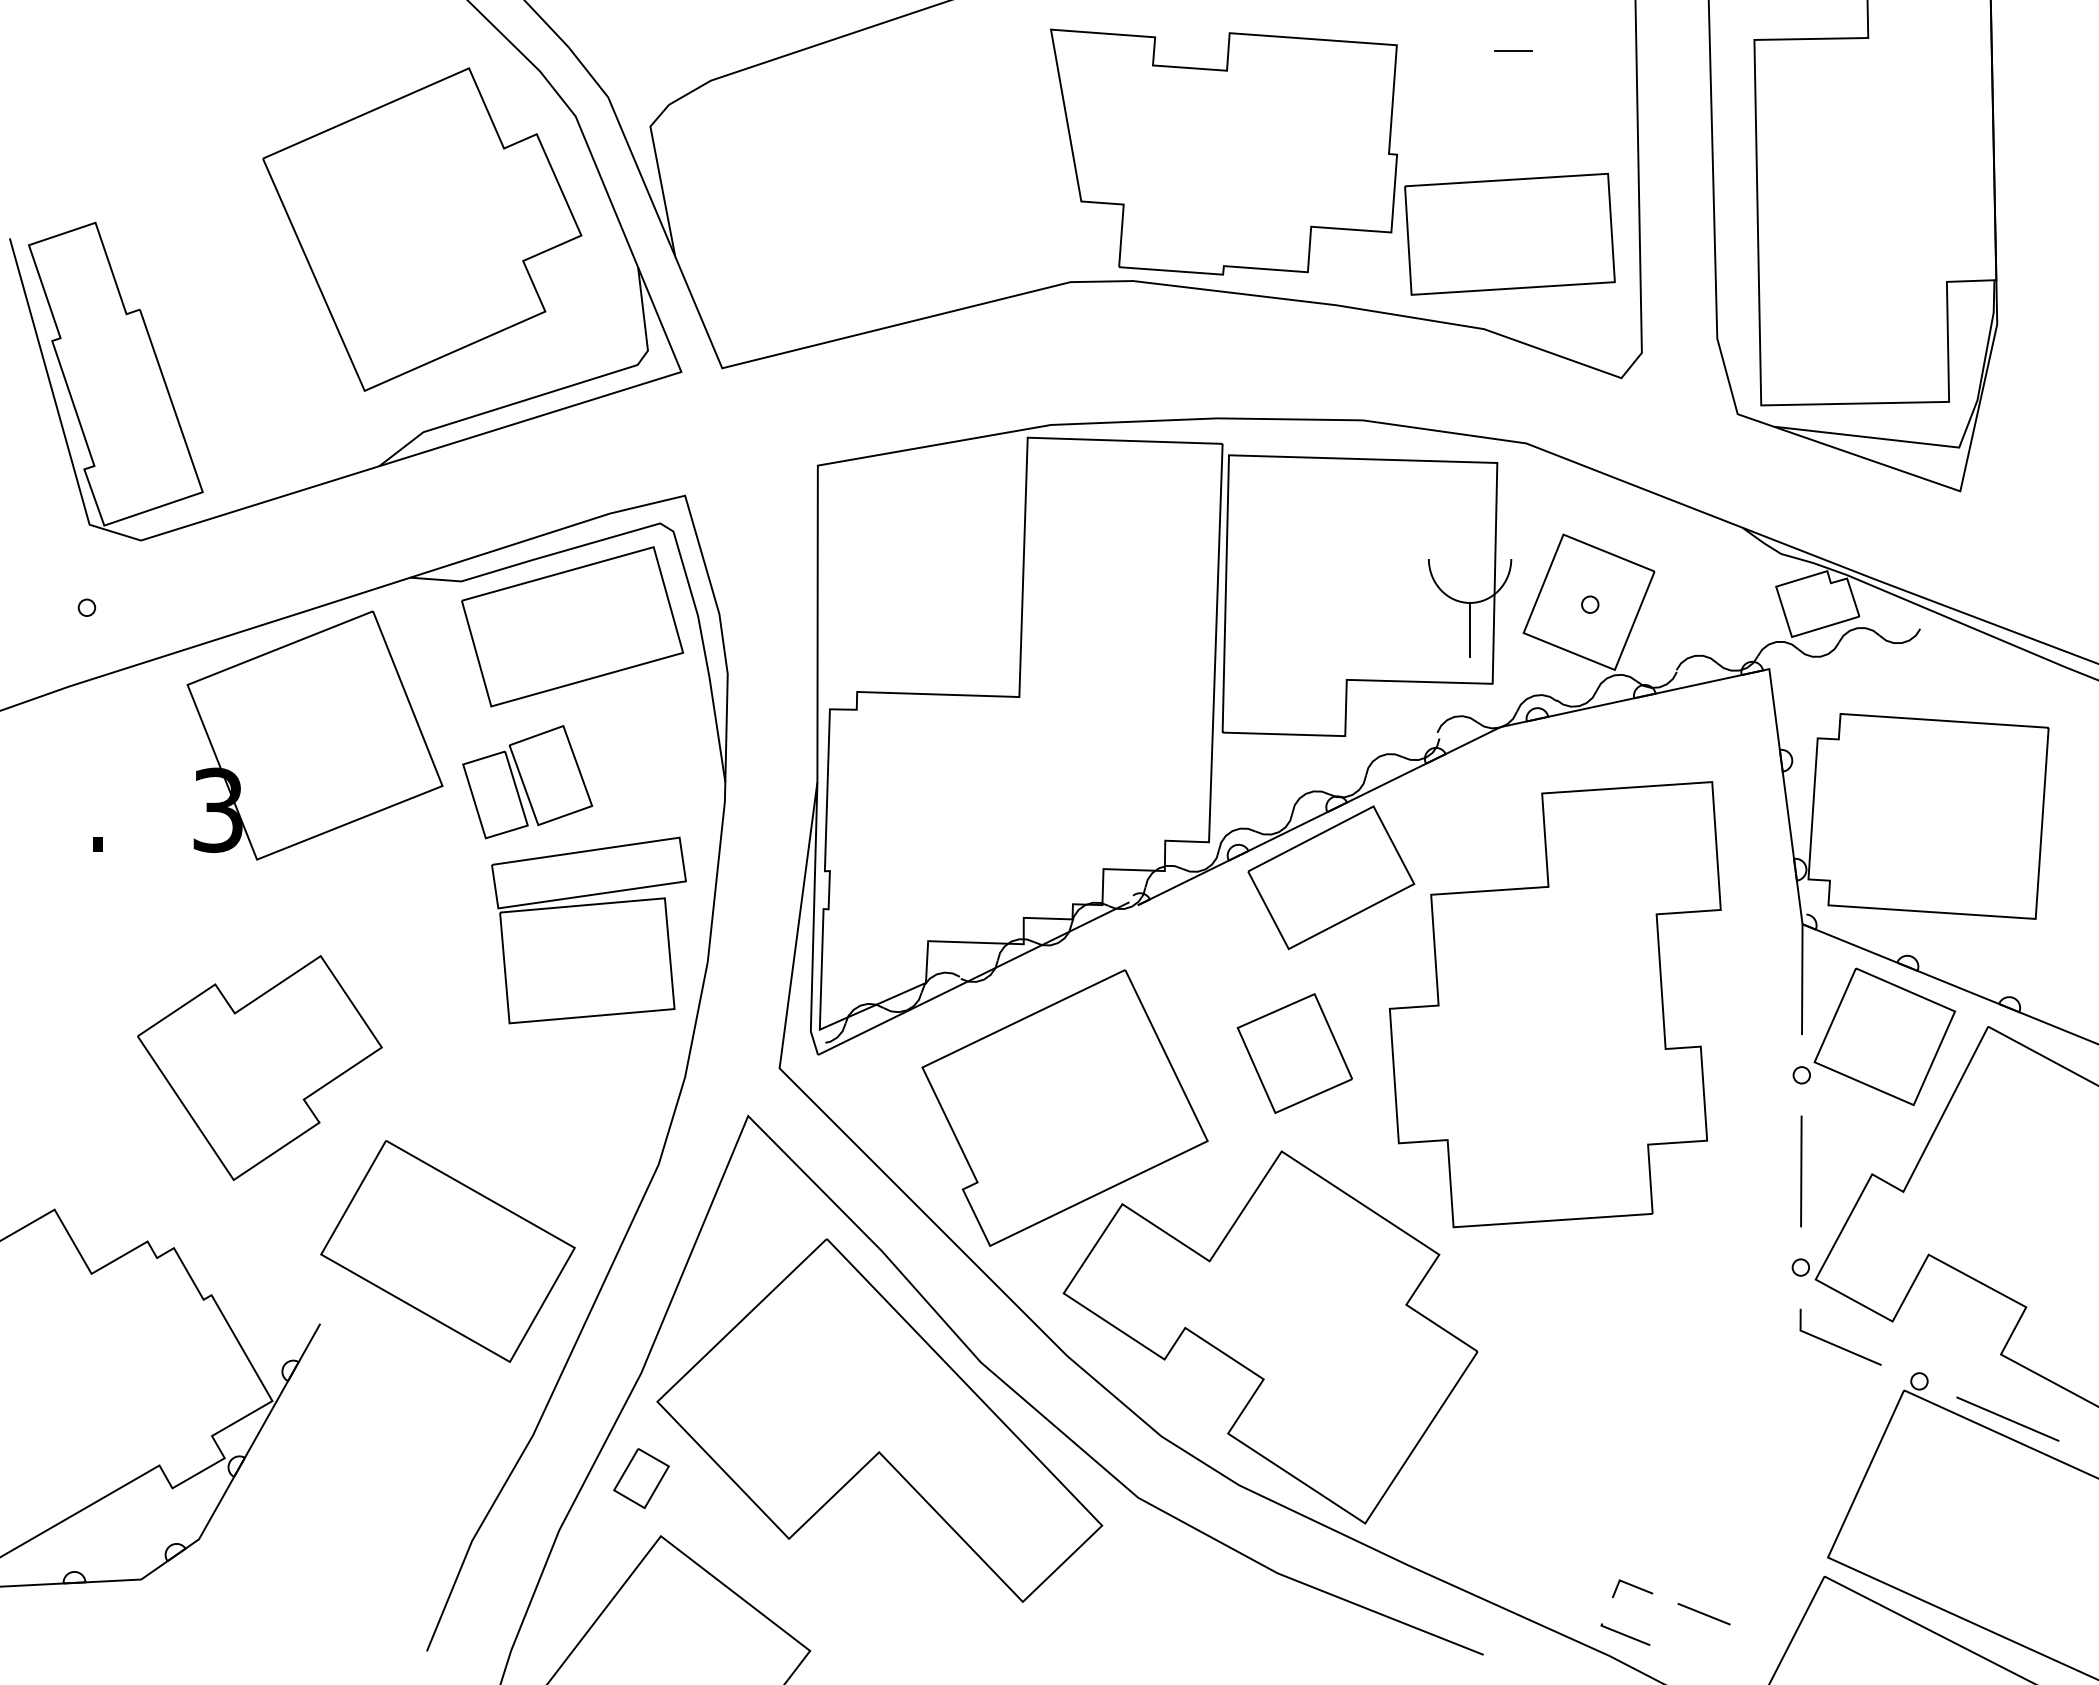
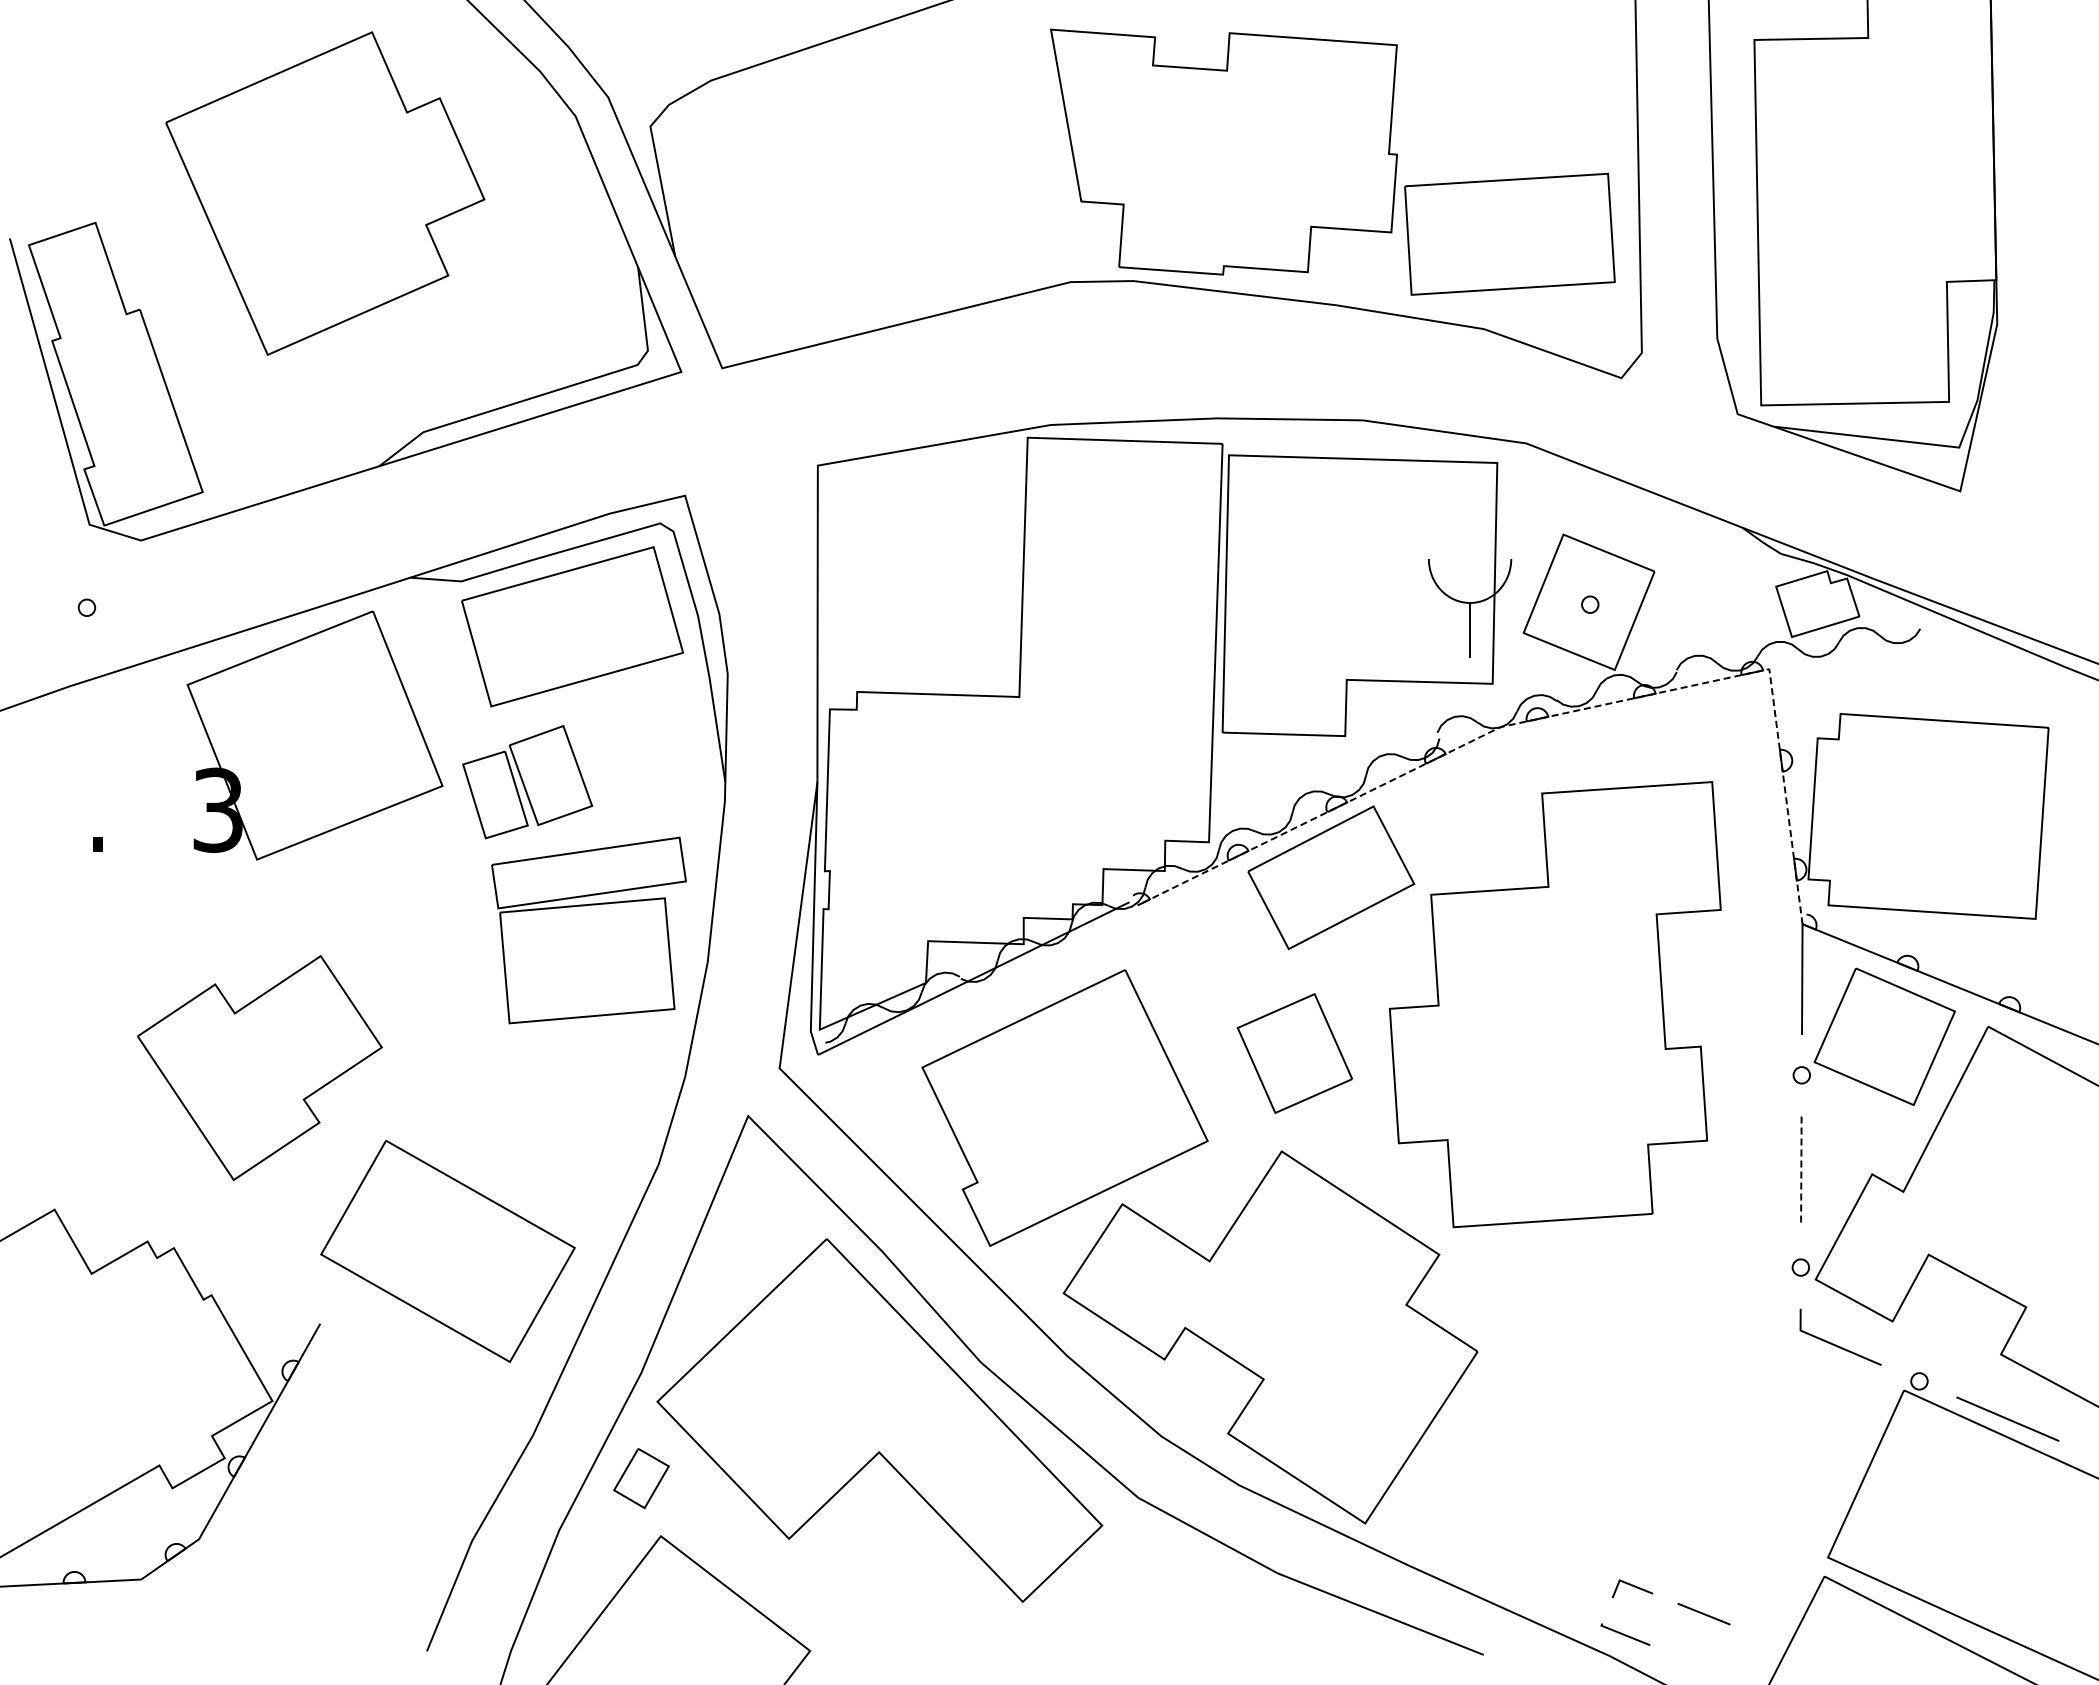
line at (1512, 50): present -> none
part at (422, 229) position: (422, 229) -> (325, 193)
line at (1563, 713): solid -> dashed
line at (1801, 1171): solid -> dashed
